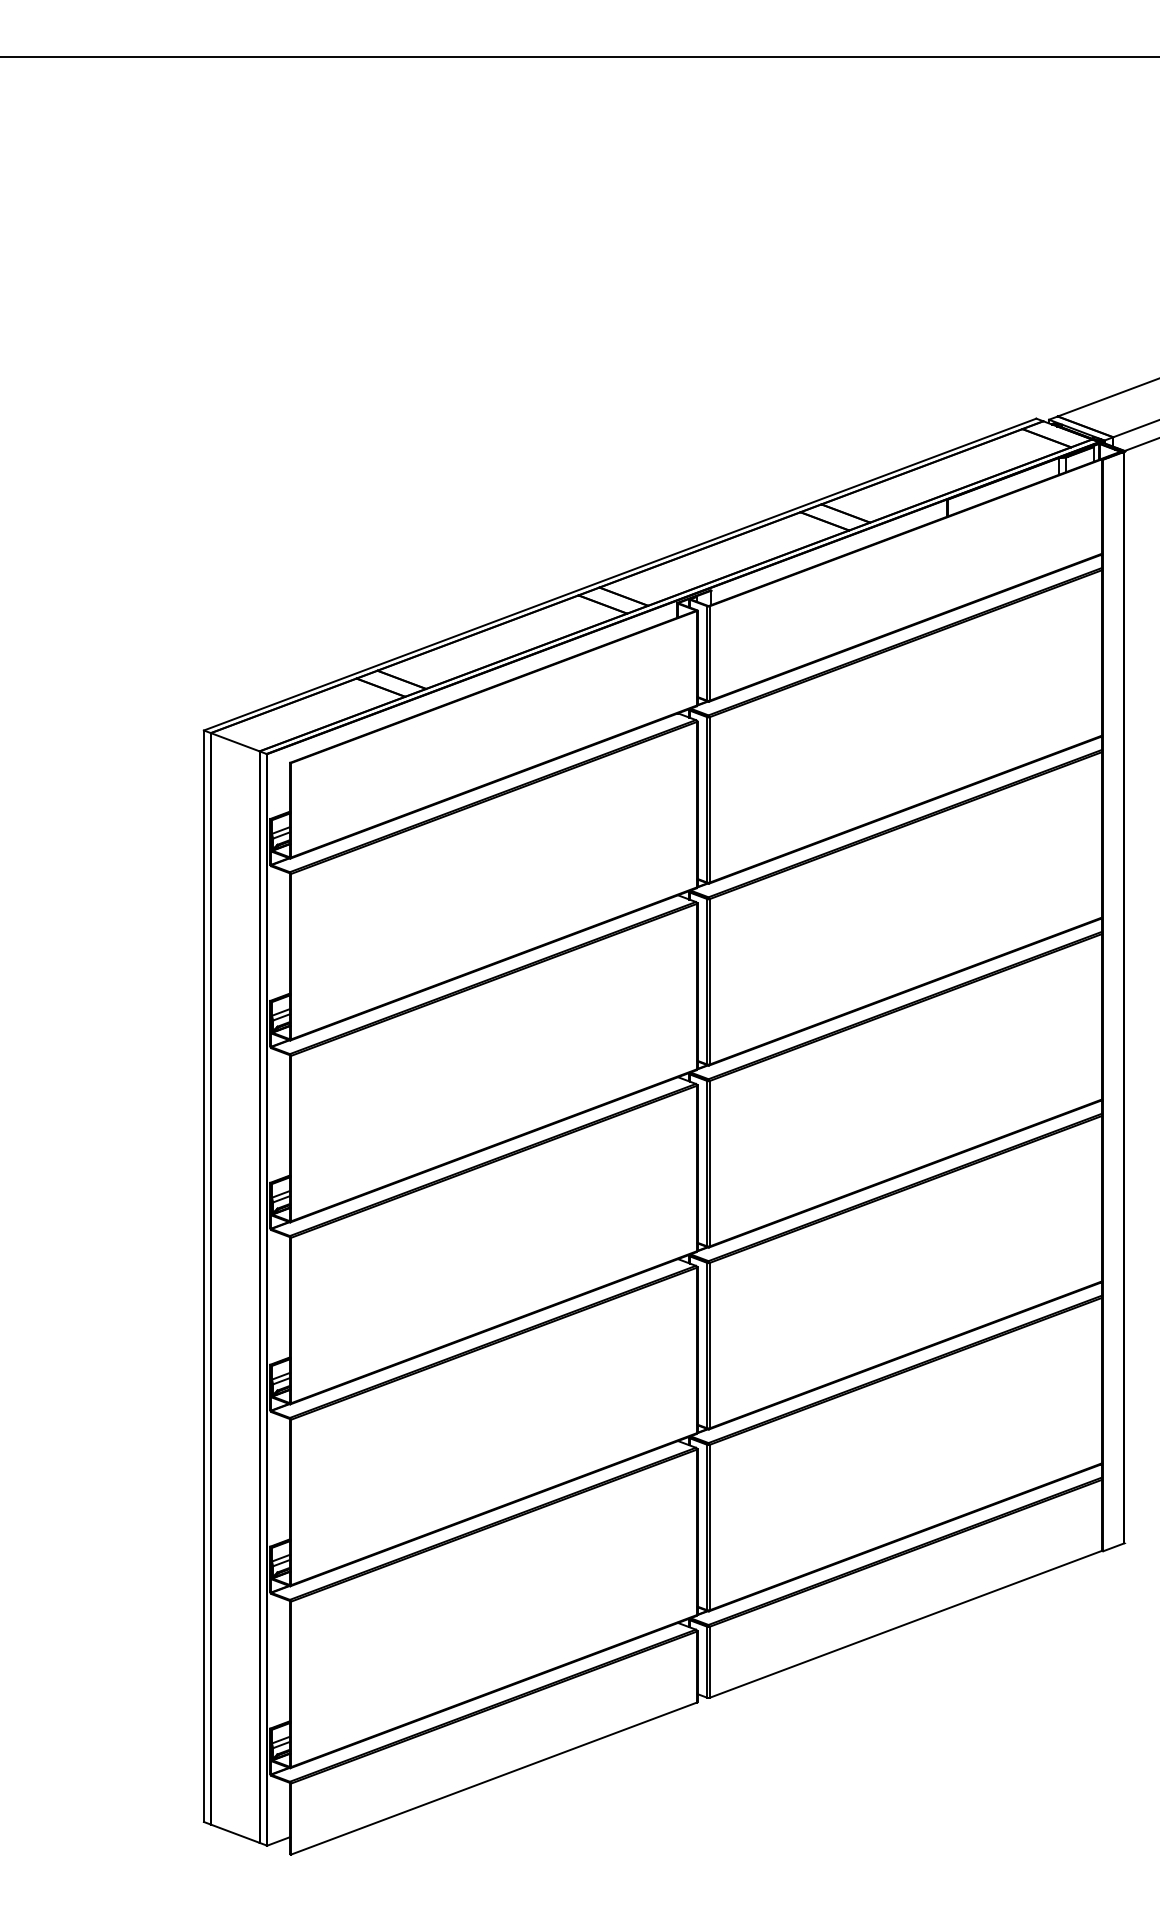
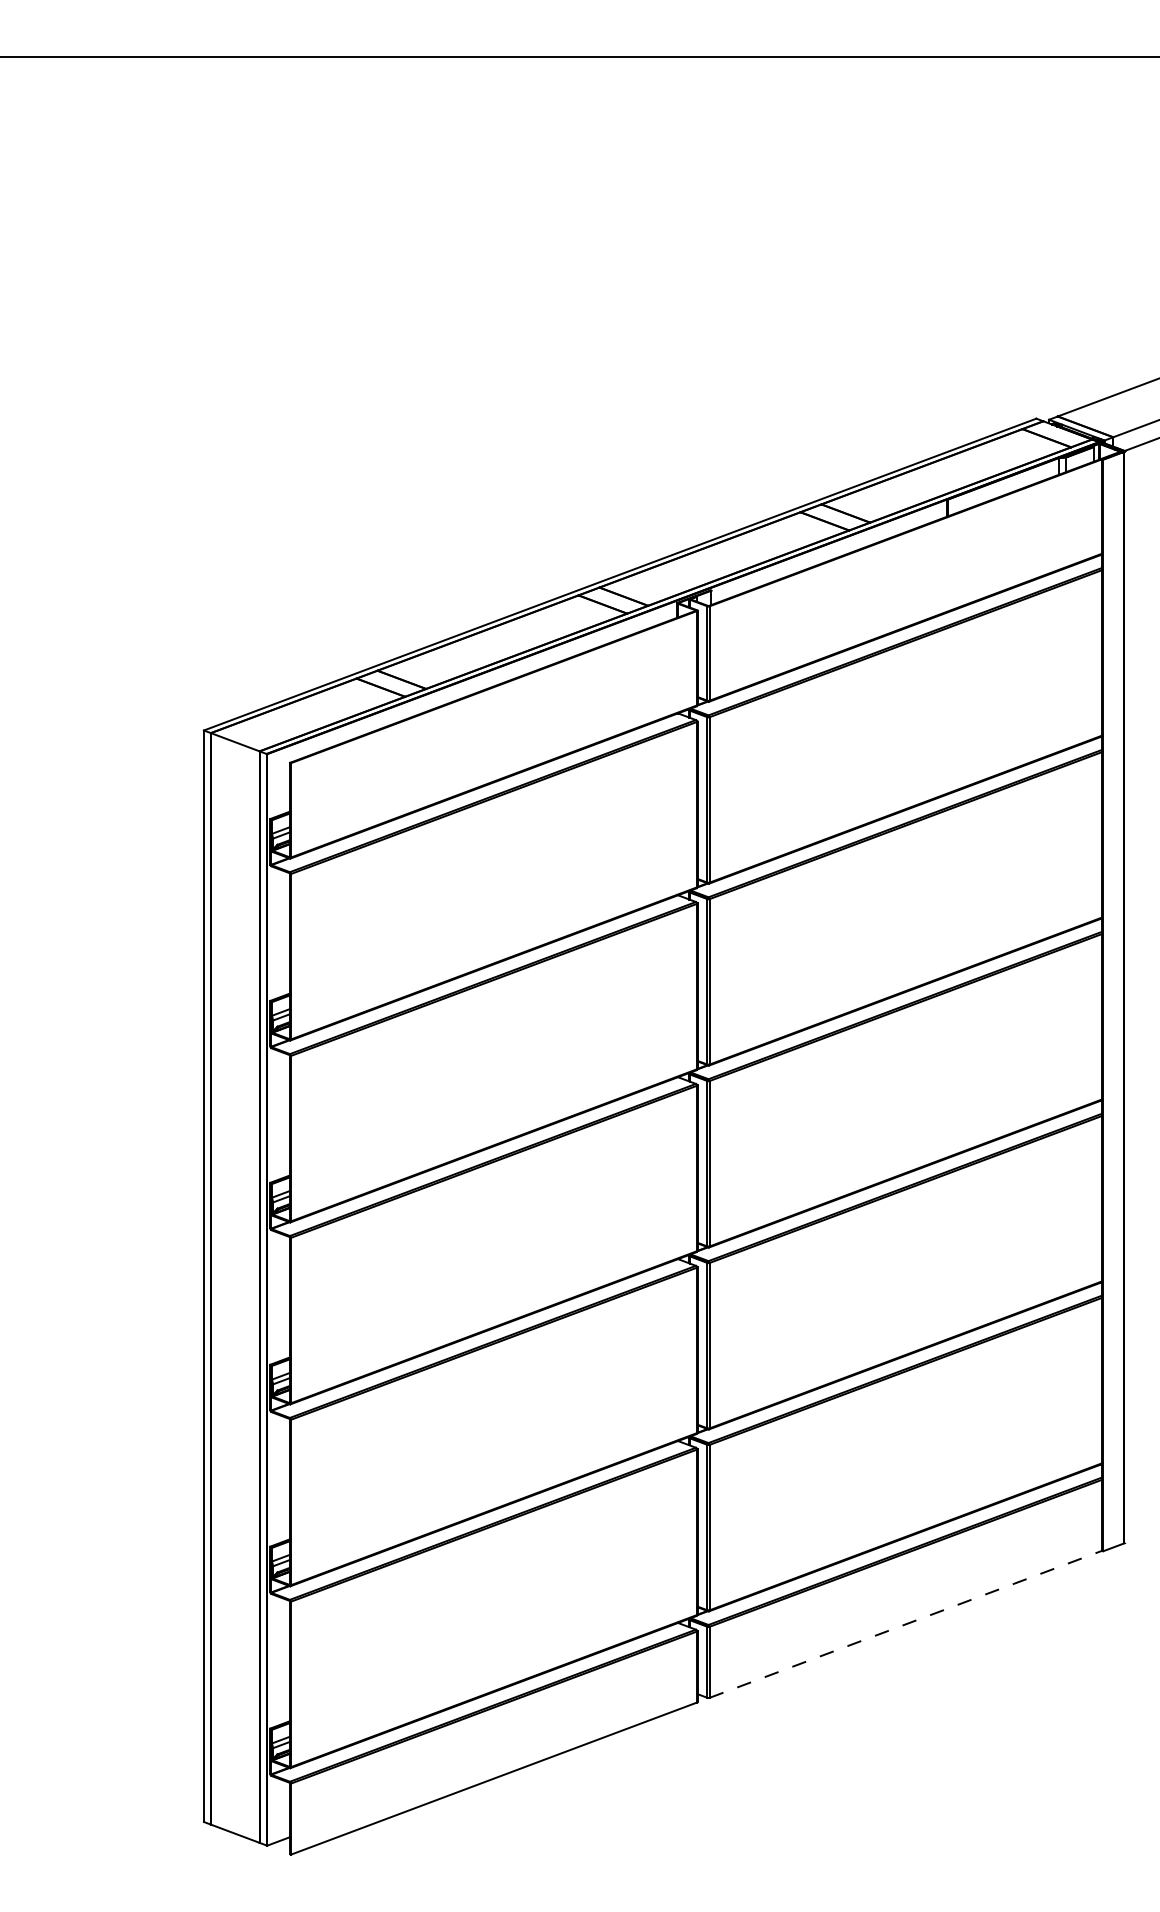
line at (905, 1624): solid -> dashed
